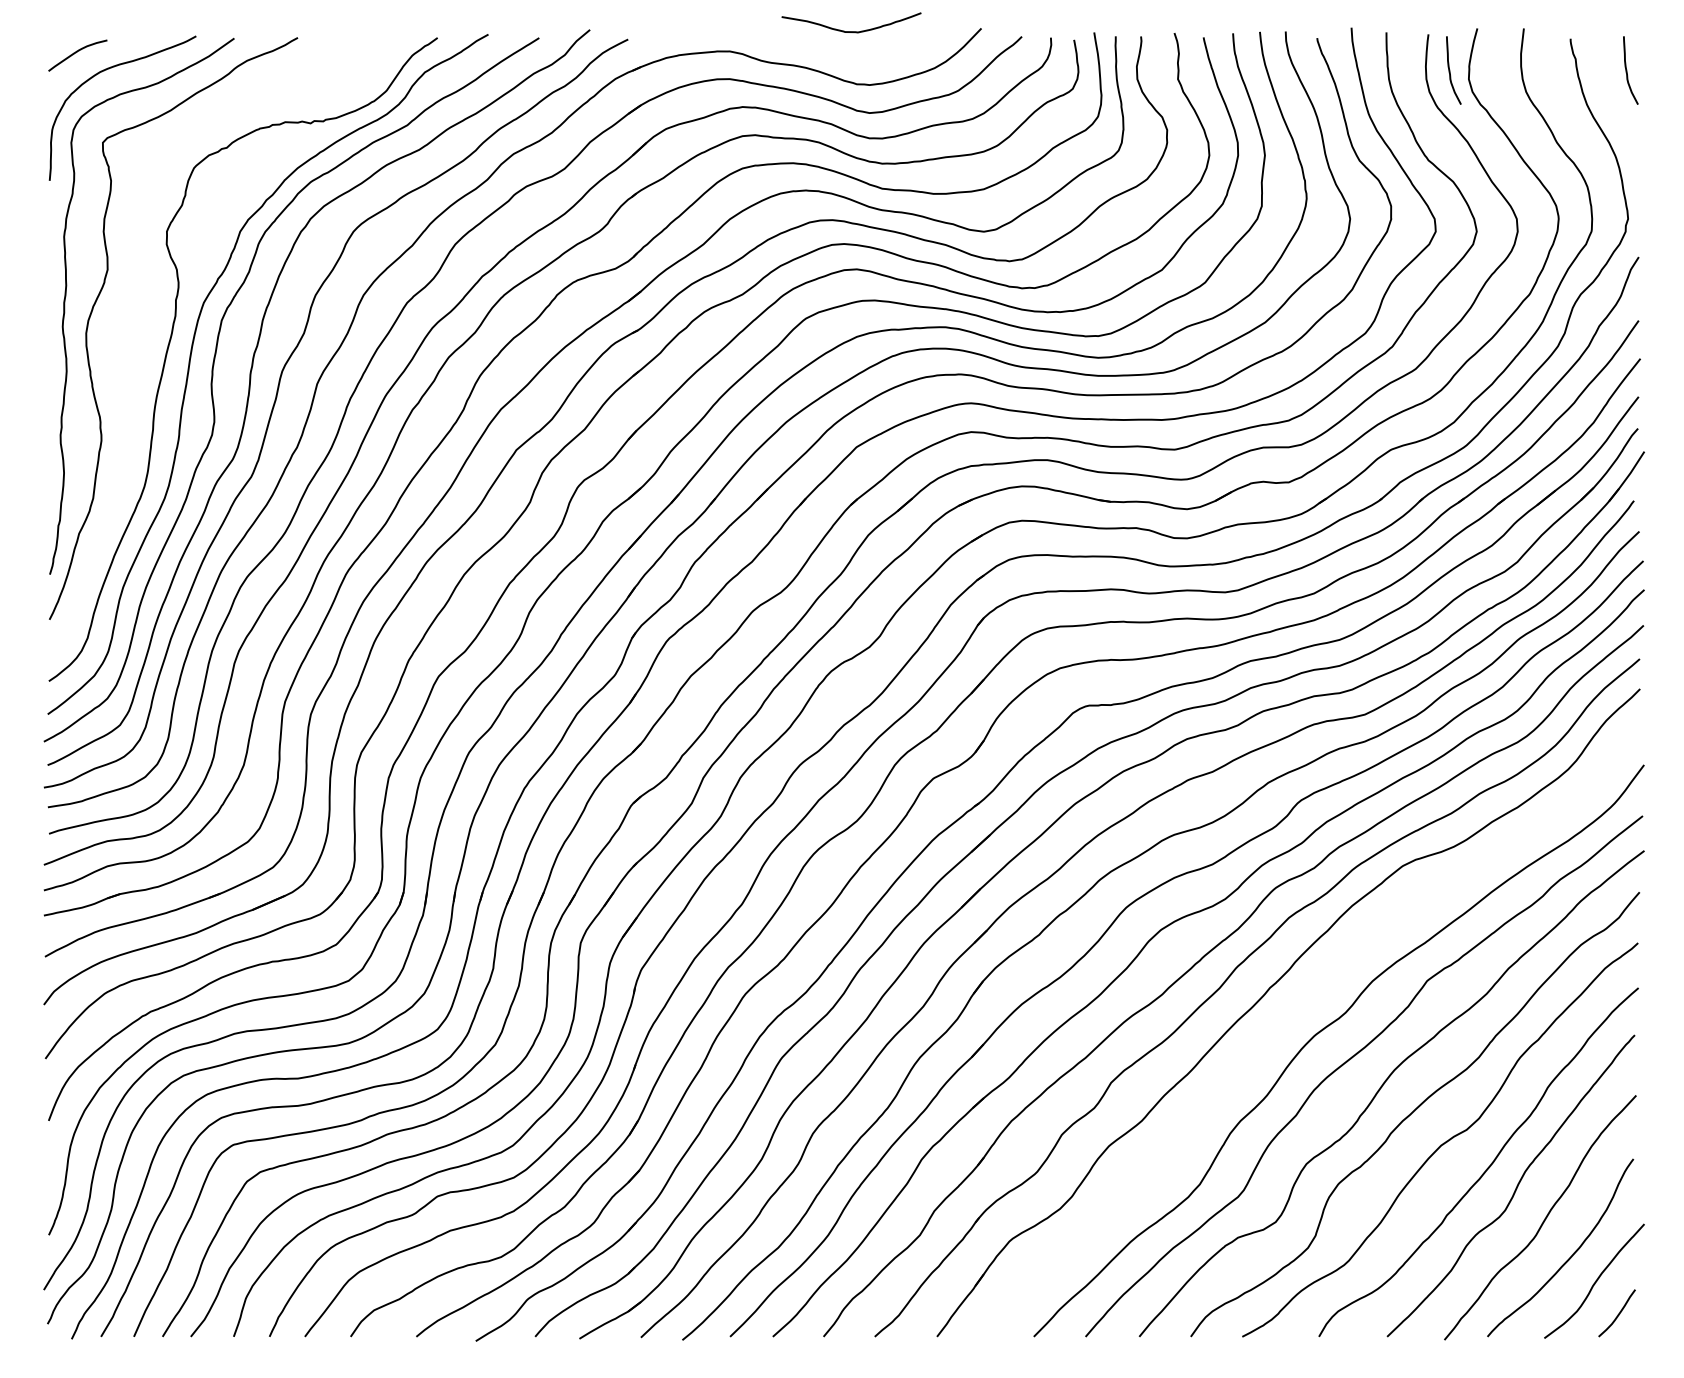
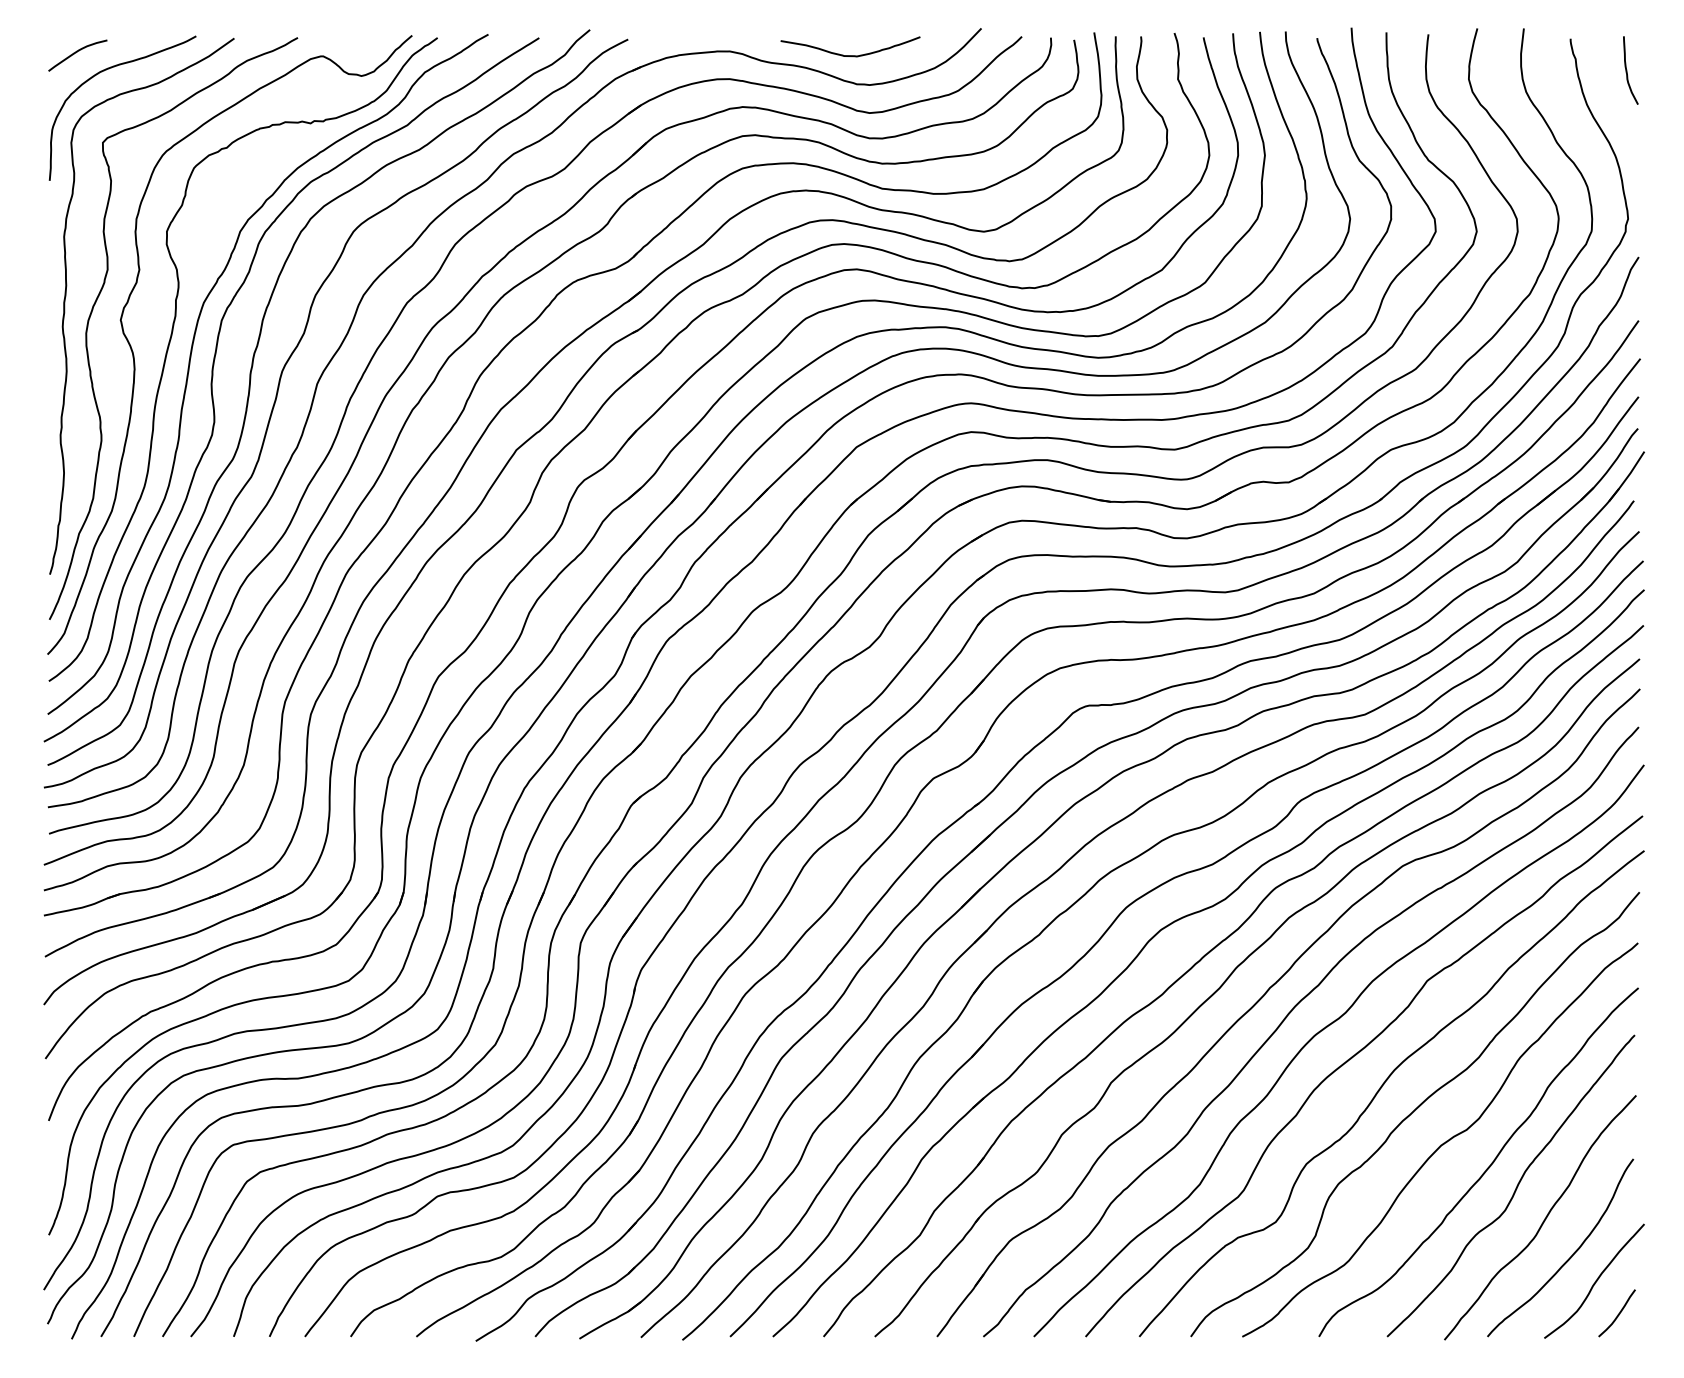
curve at (851, 31) position: (851, 31) -> (850, 55)
curve at (1450, 70): present -> none
curve at (134, 355): none -> present
curve at (1292, 1011): none -> present
